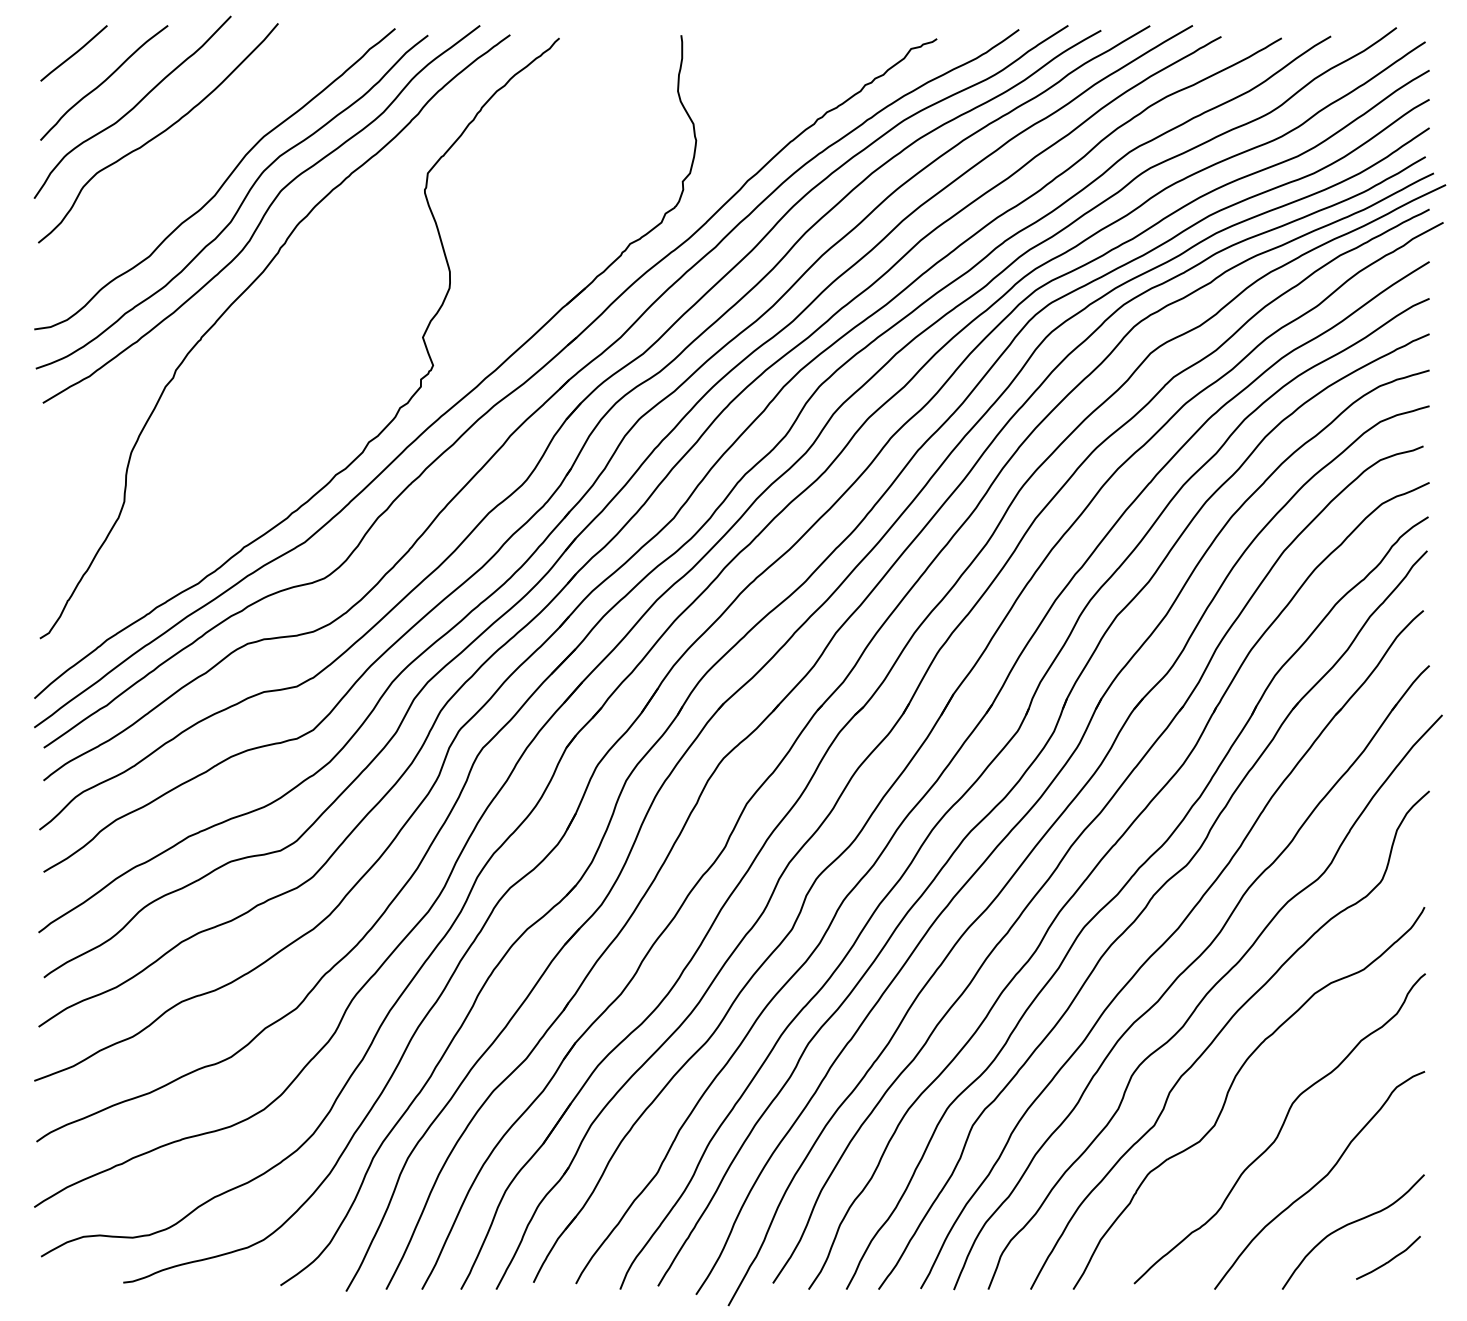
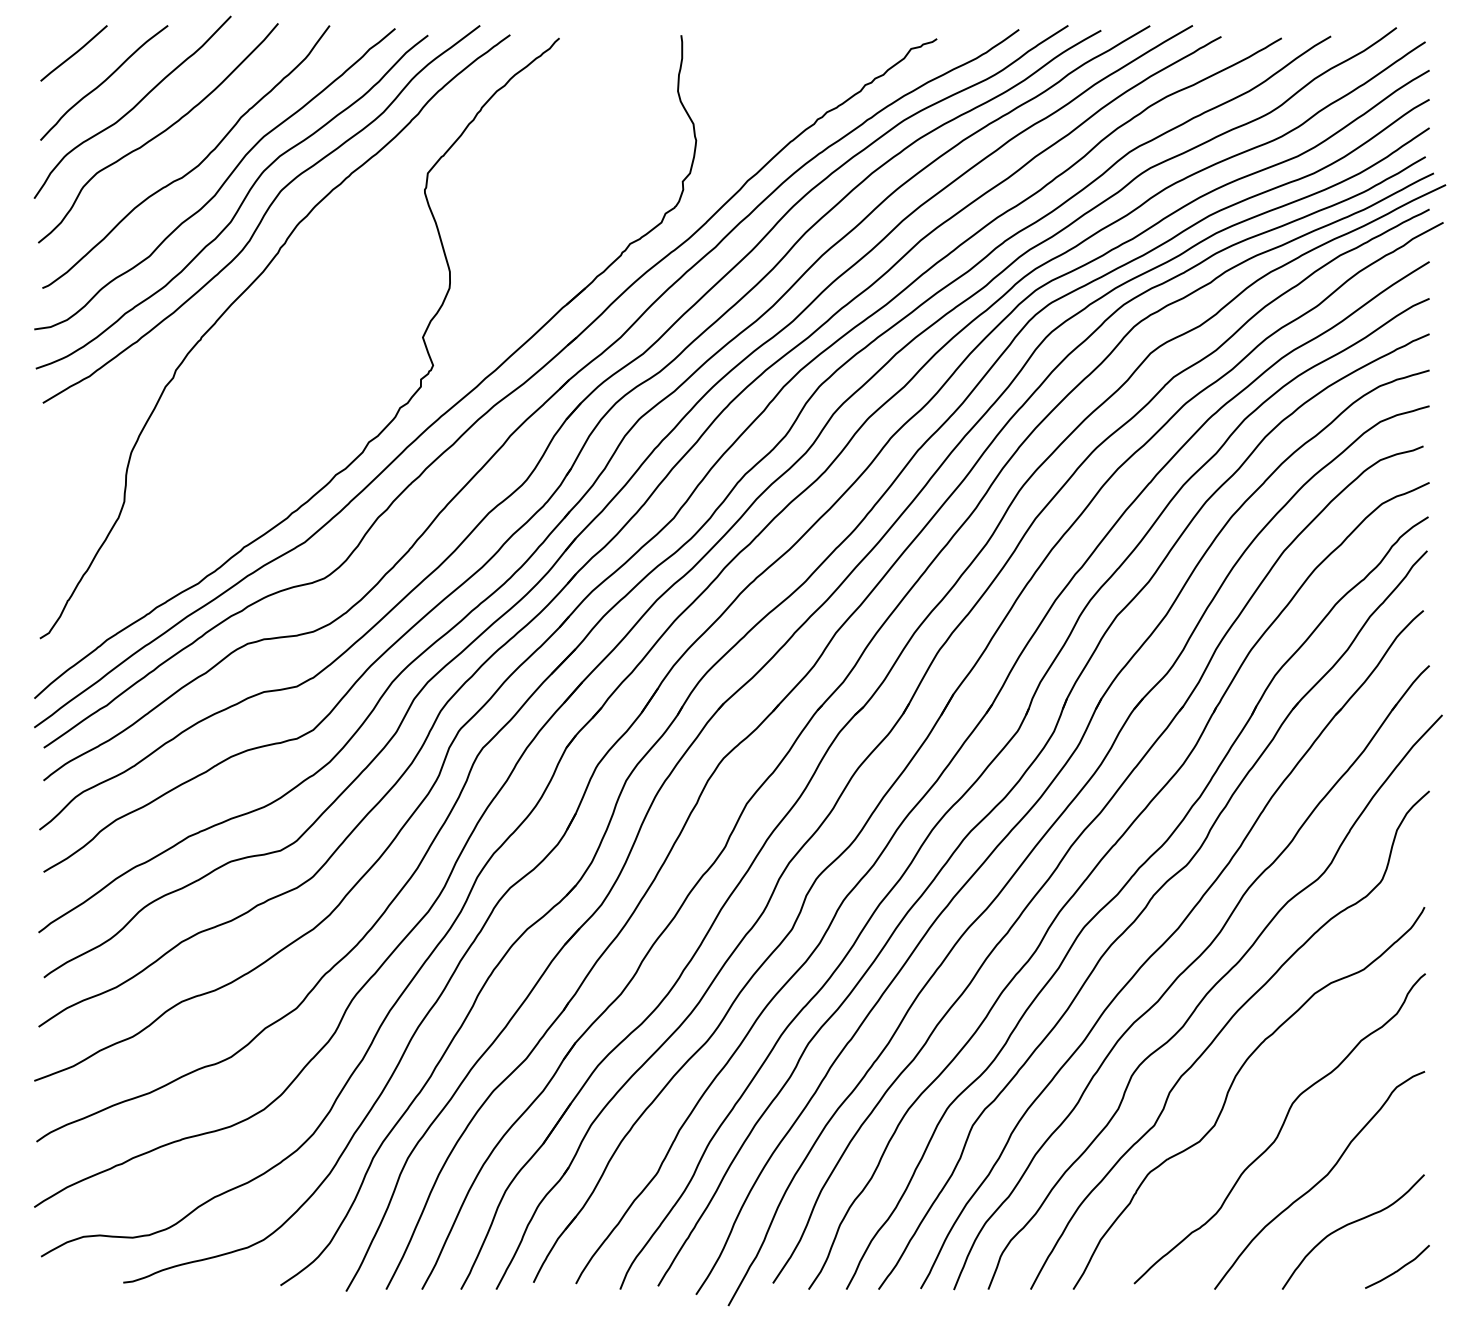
curve at (192, 168): none -> present
curve at (1390, 1259) position: (1390, 1259) -> (1399, 1268)
